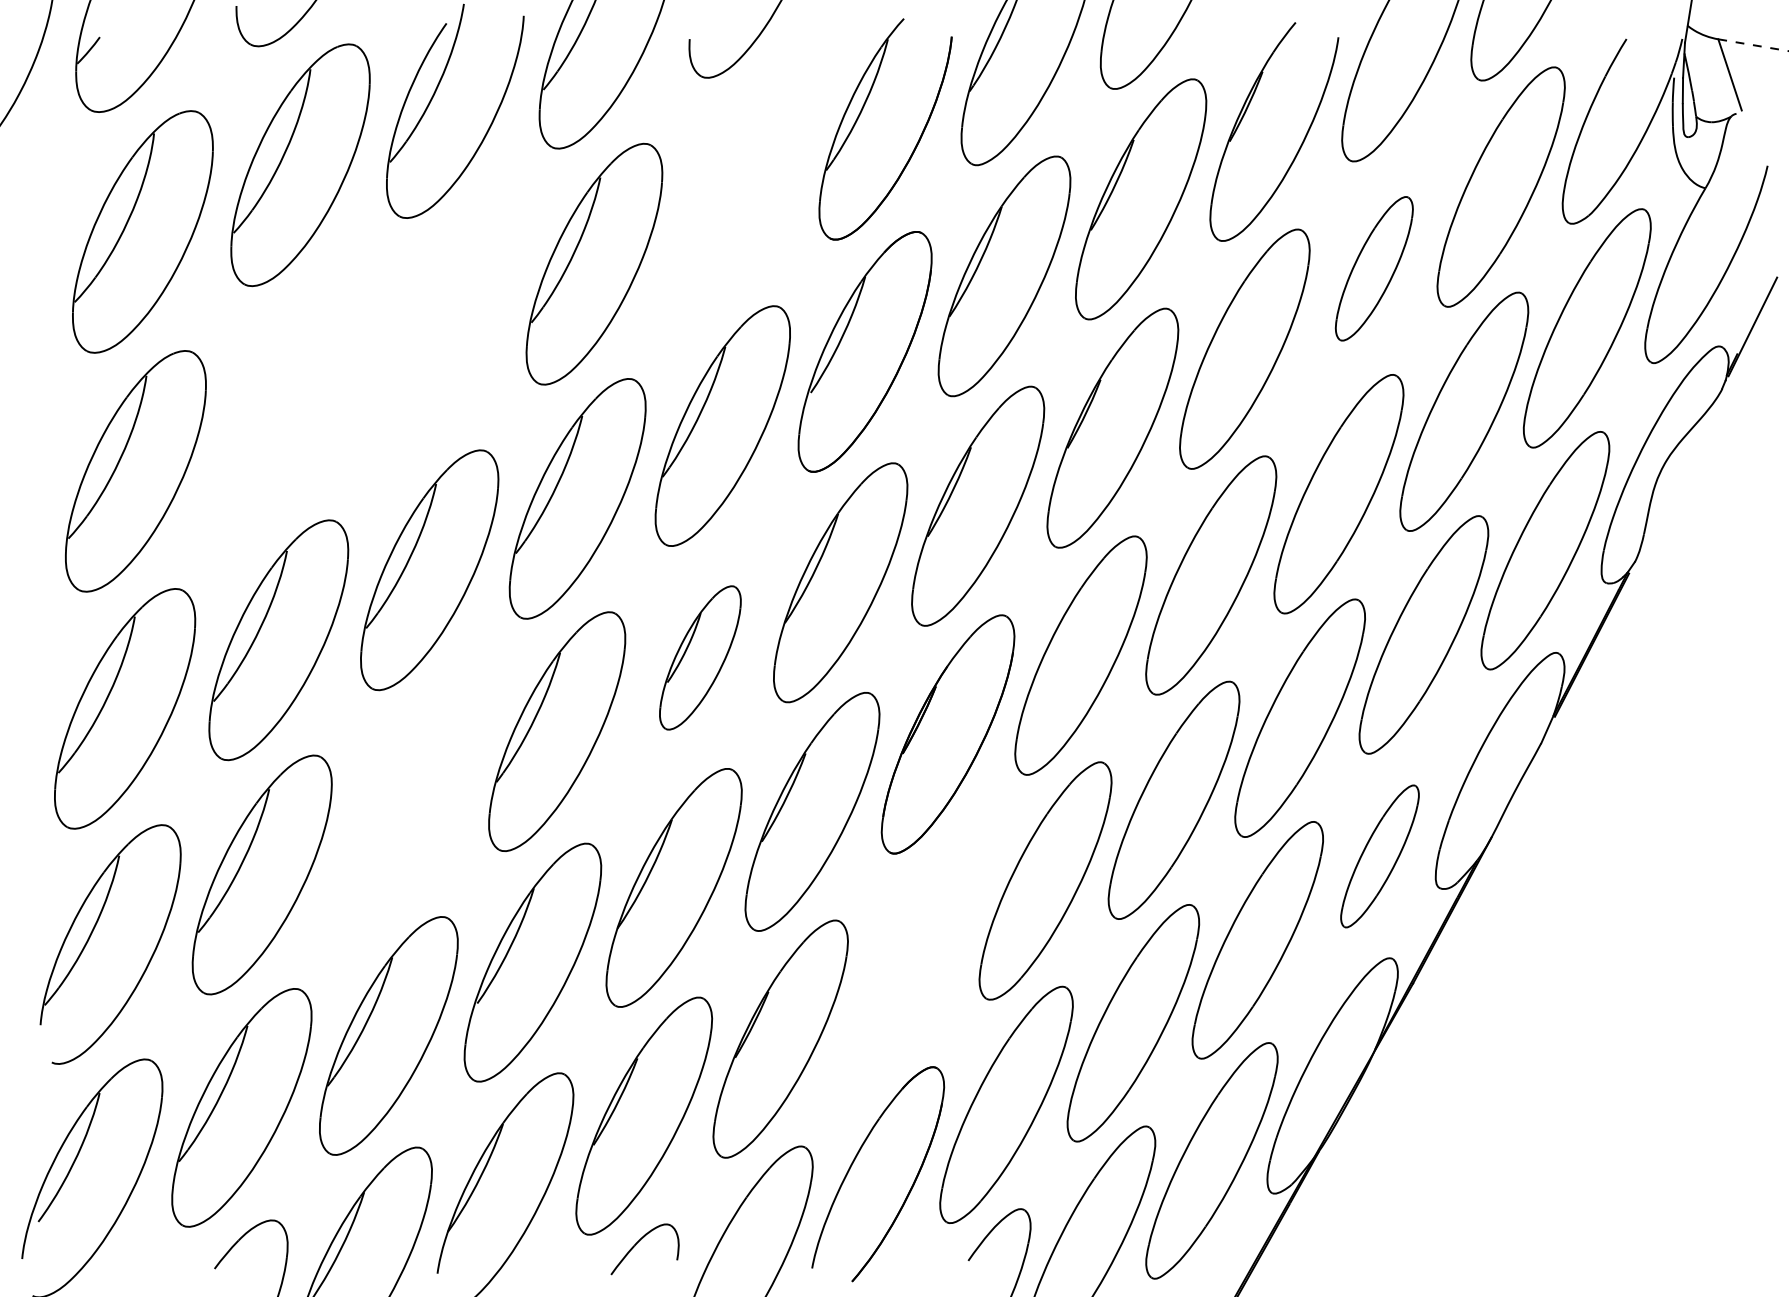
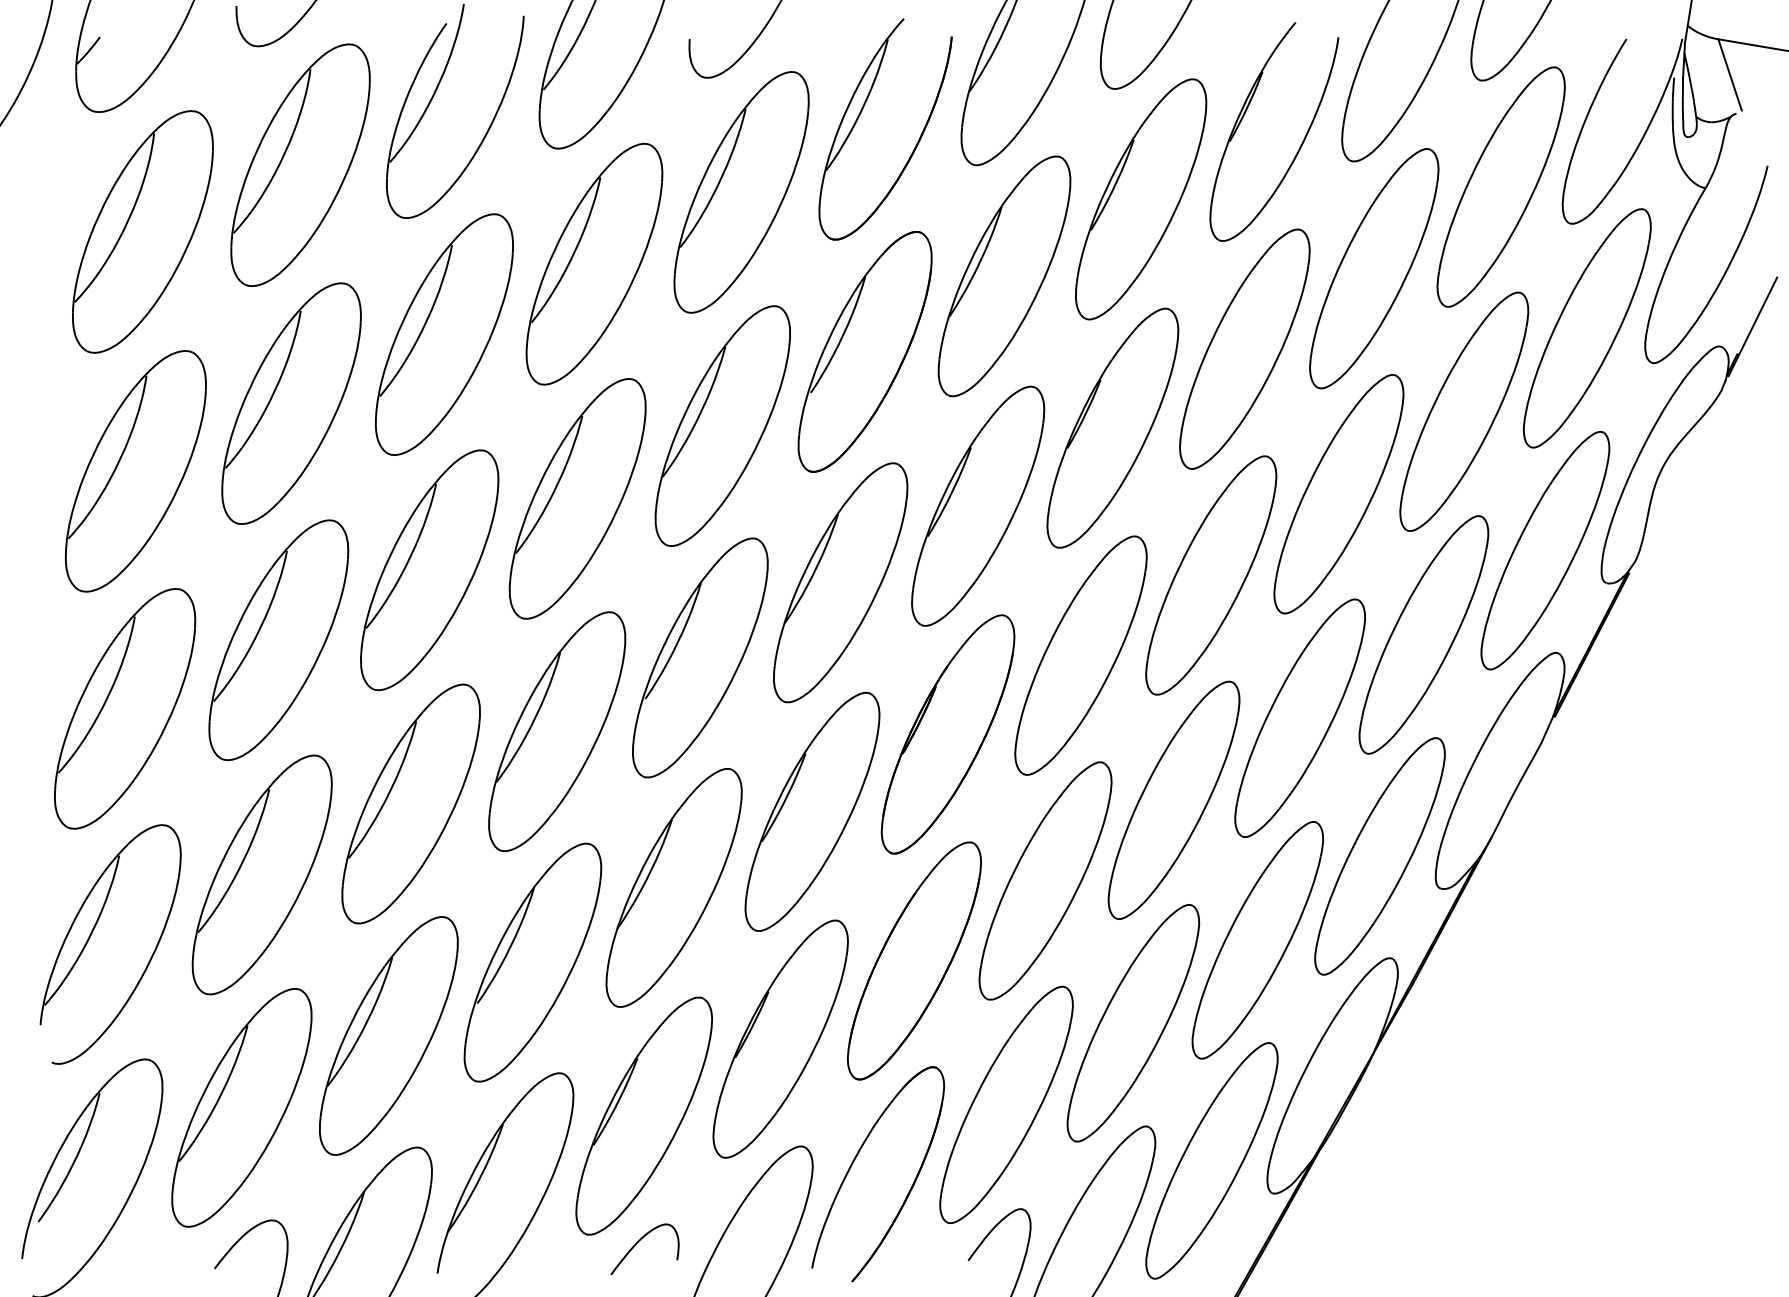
line at (1753, 45): dashed -> solid
part at (741, 192): none -> present
part at (1373, 268) size: 80x146 px -> 131x242 px
part at (444, 334): none -> present
part at (291, 403): none -> present
part at (700, 657) size: 83x146 px -> 137x242 px
part at (410, 803): none -> present
part at (1379, 856) size: 80x145 px -> 132x239 px
part at (913, 960): none -> present
